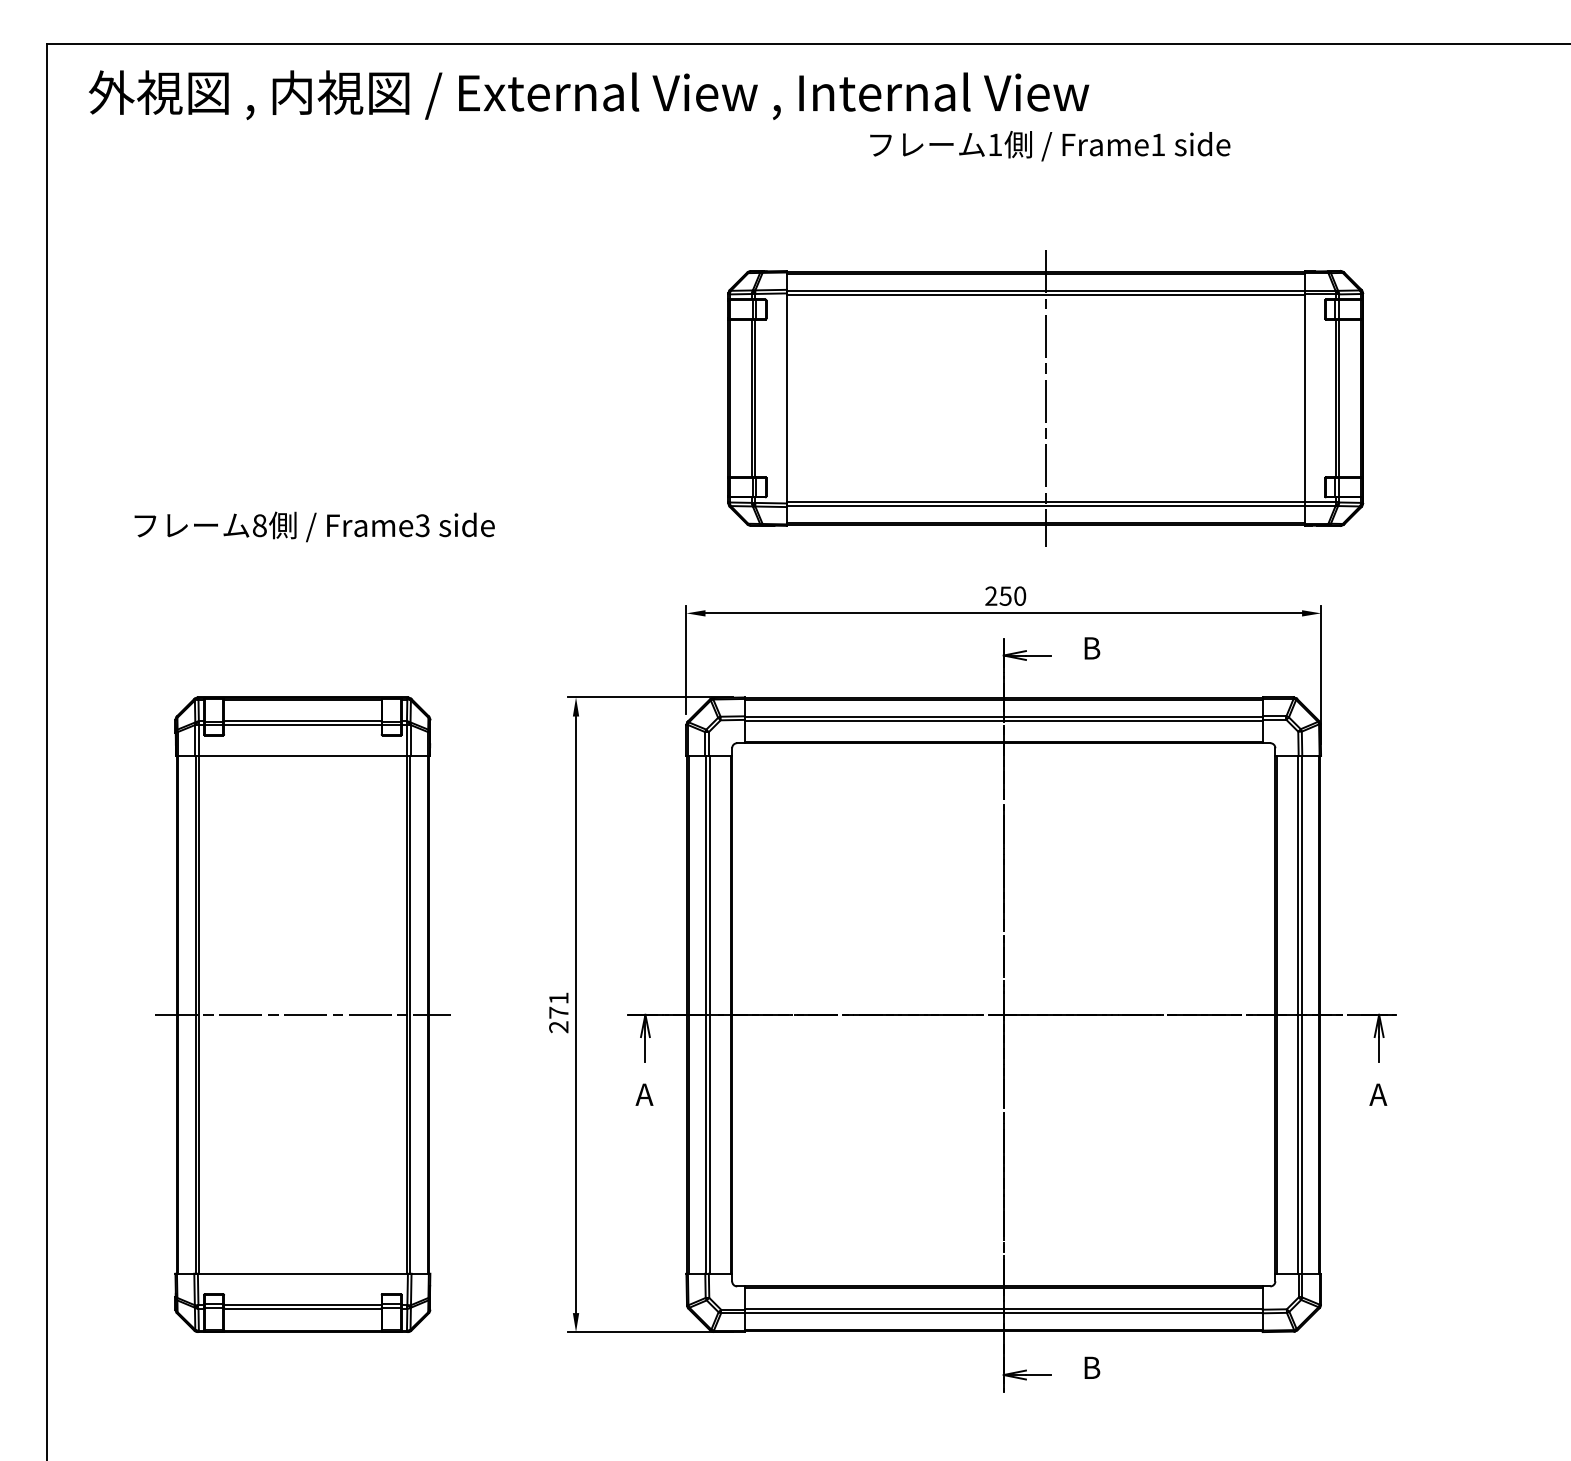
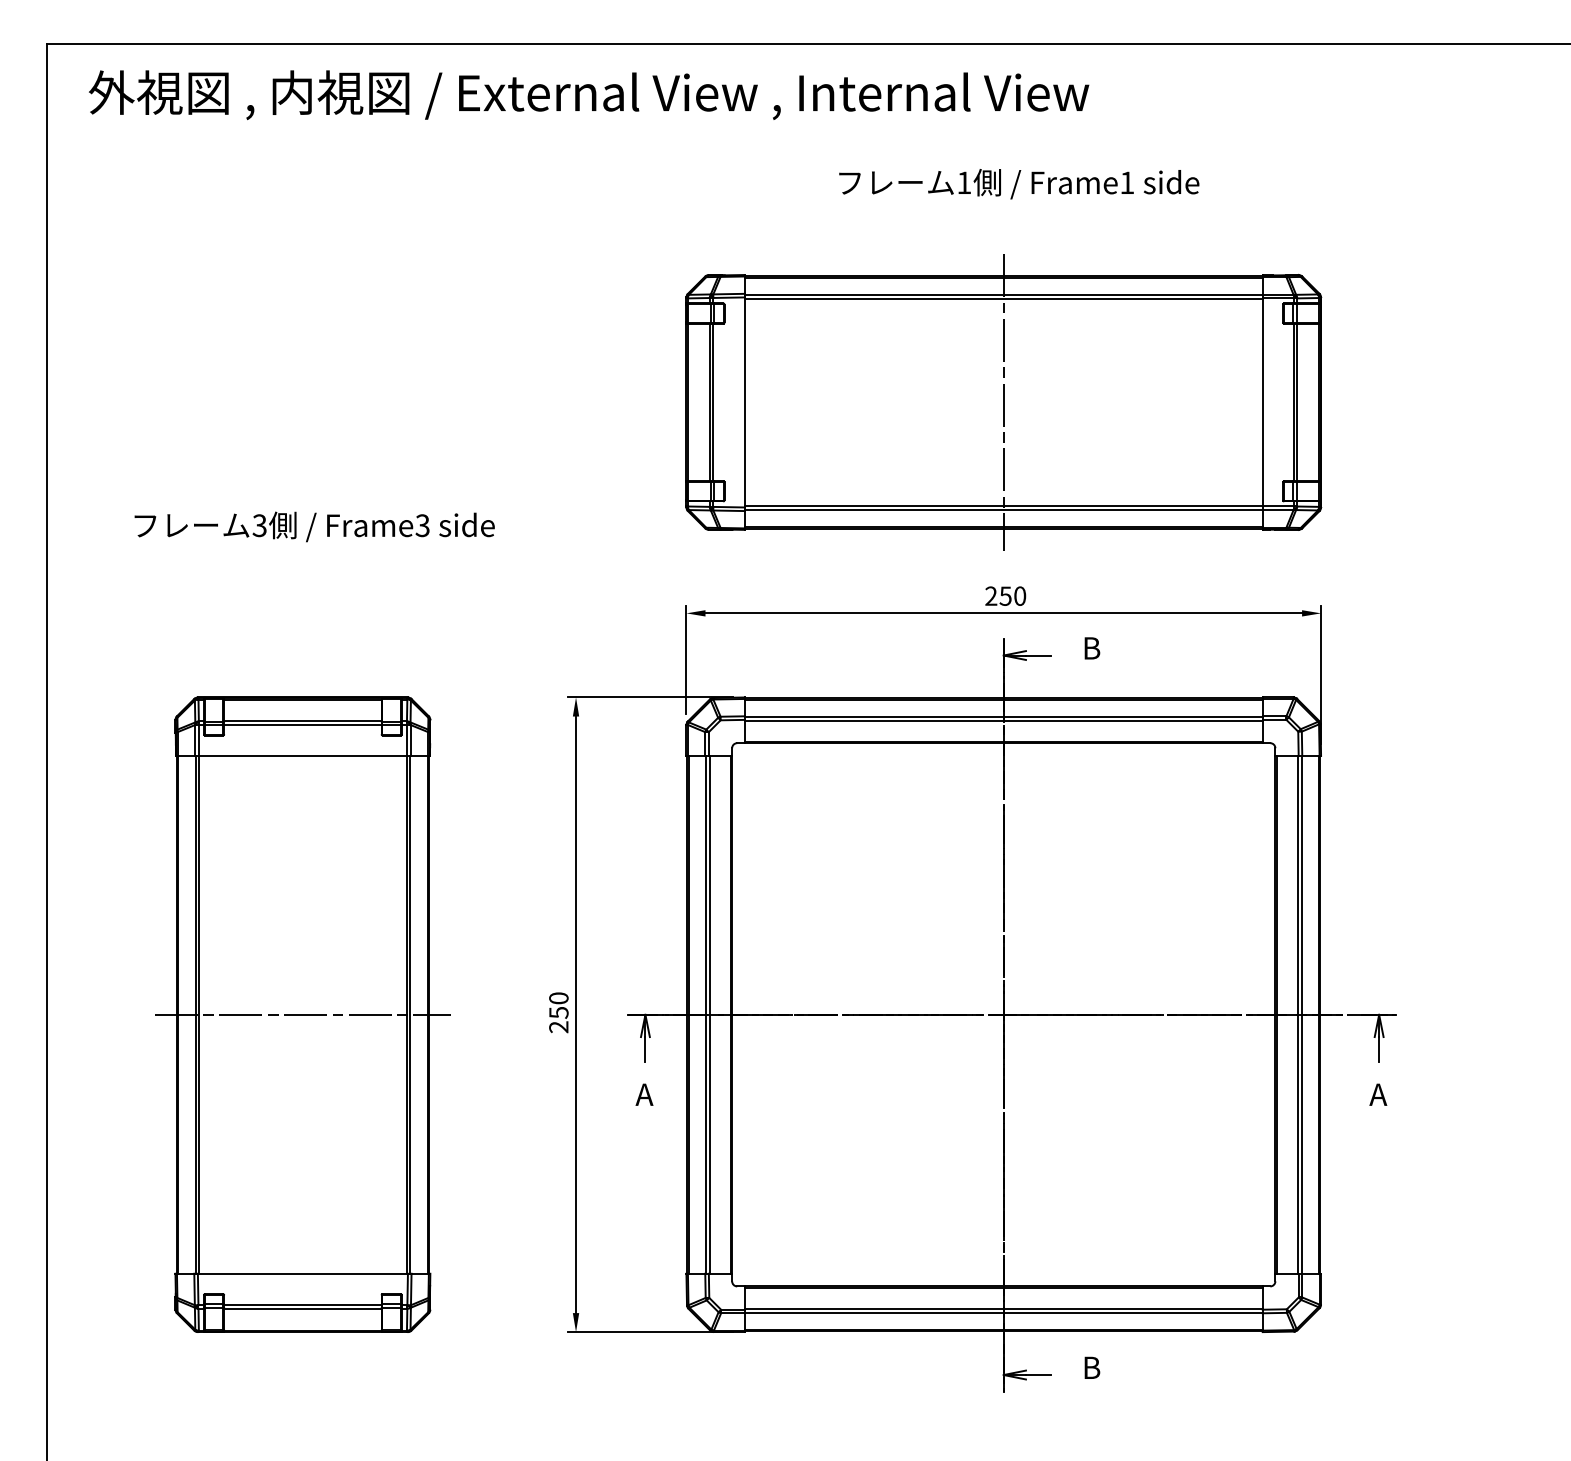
text at (1050, 146) position: (1050, 146) -> (1019, 184)
part at (1045, 398) position: (1045, 398) -> (1003, 402)
text at (259, 525): 8 -> 3
text at (558, 1005): 271 -> 250
